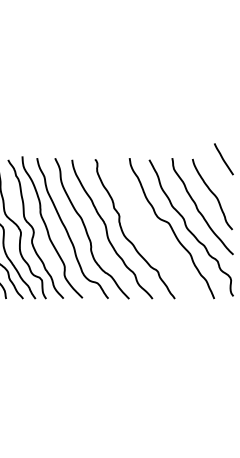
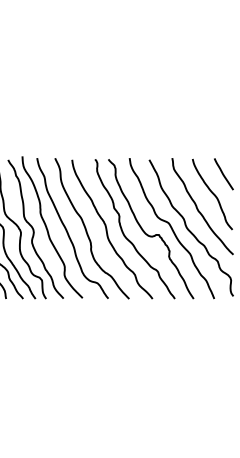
line at (223, 159) position: (223, 159) -> (223, 174)
curve at (147, 233): none -> present
